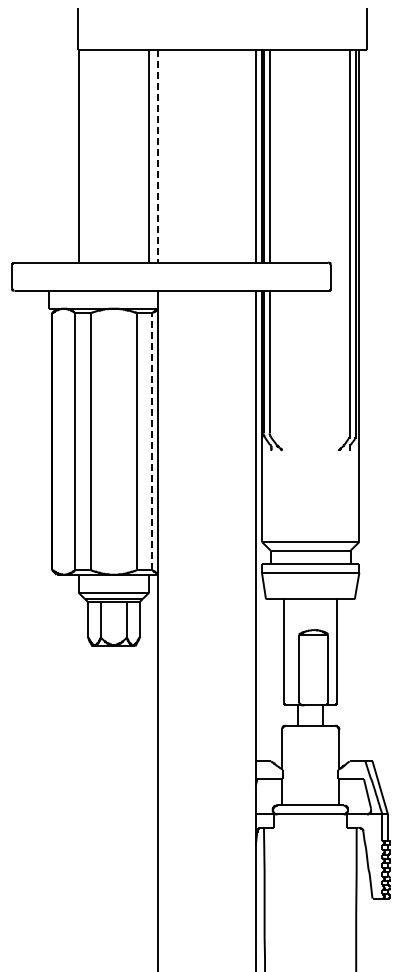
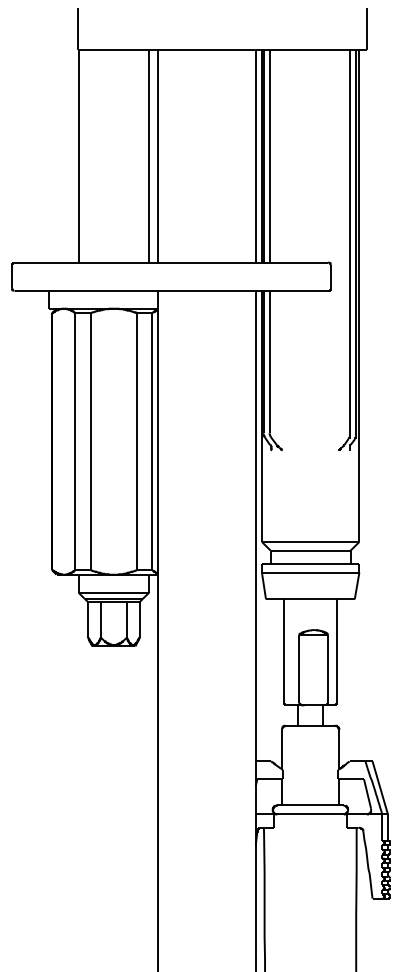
line at (157, 156): dashed -> solid
line at (152, 441): dashed -> solid
